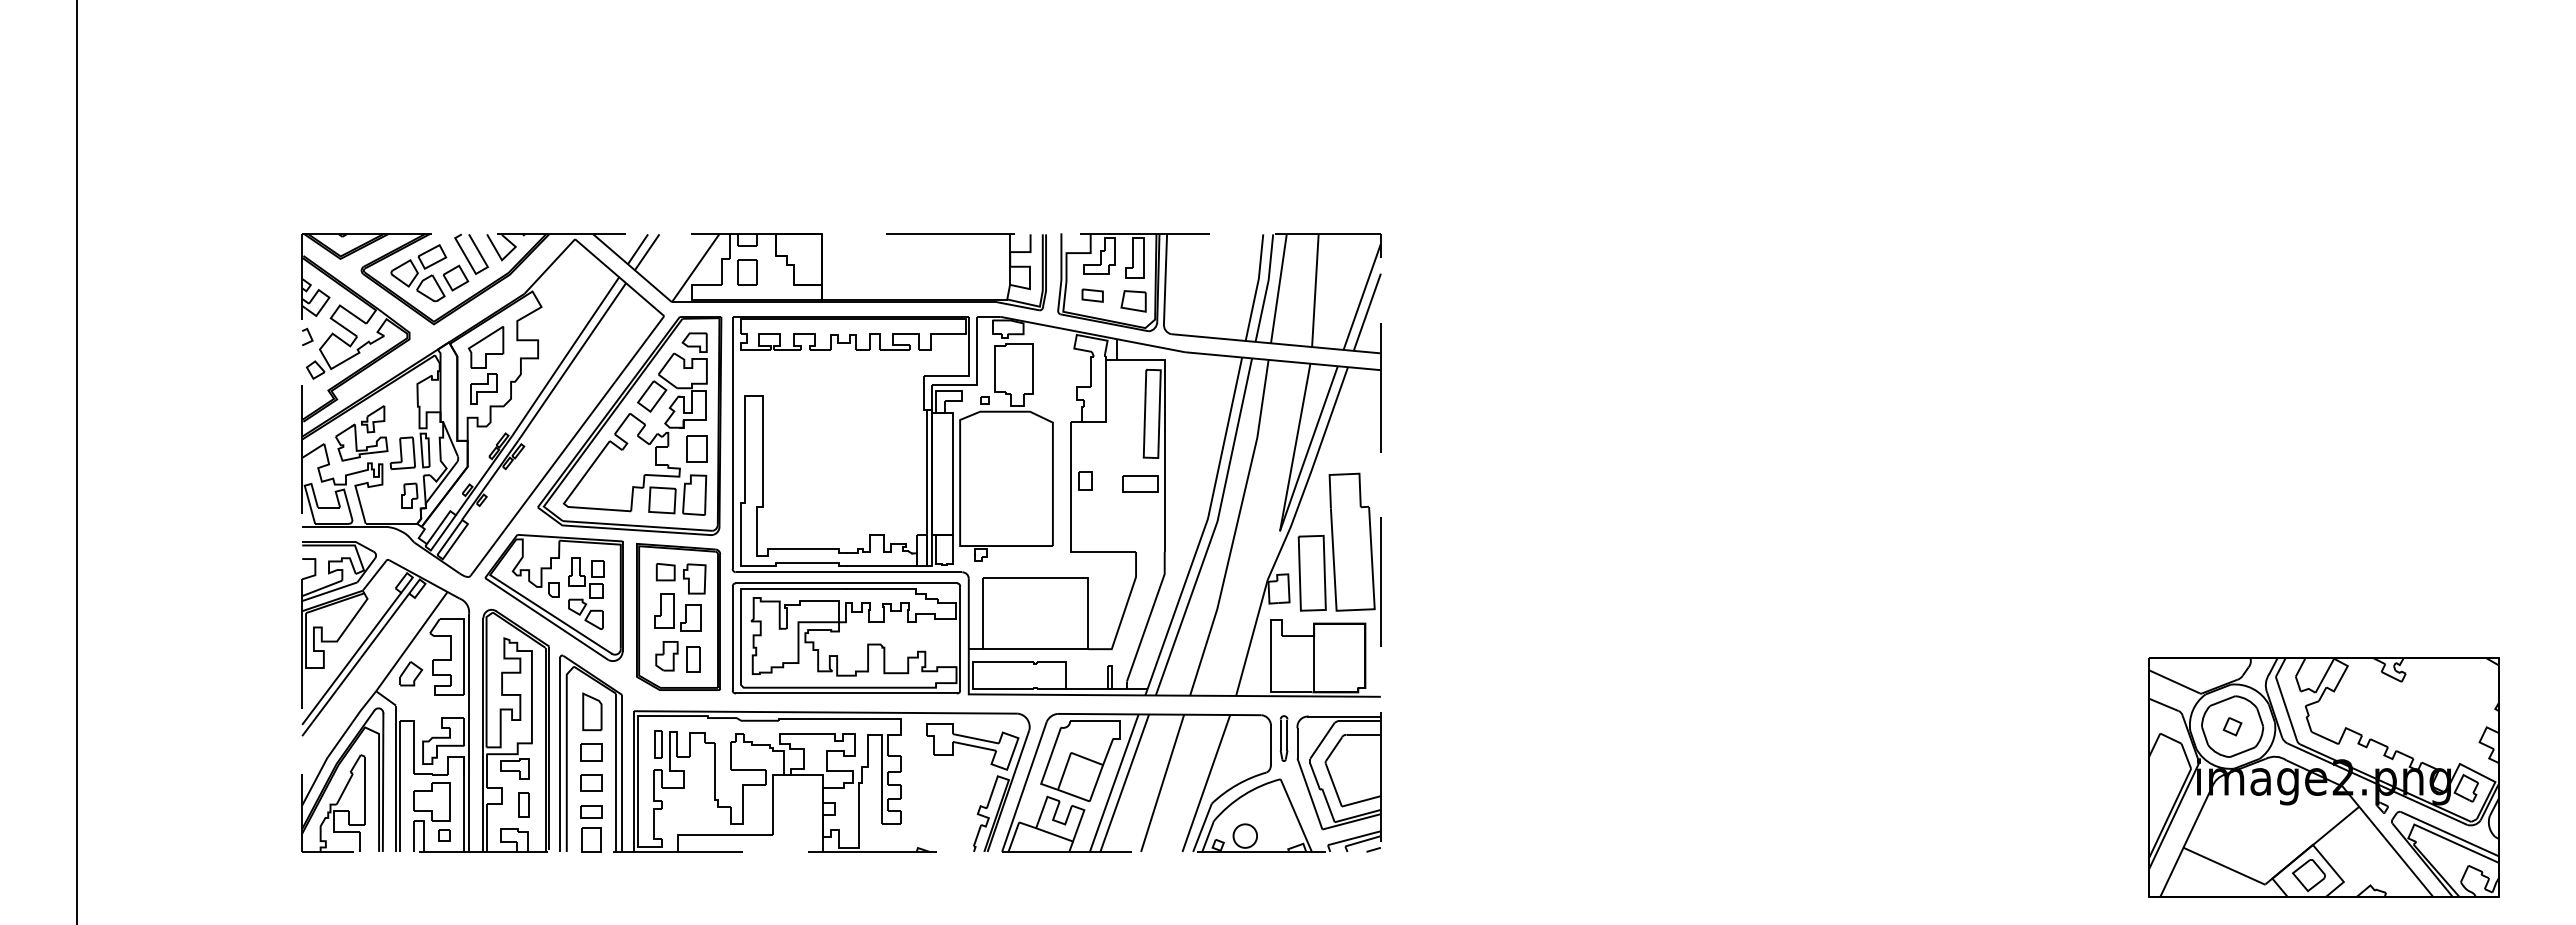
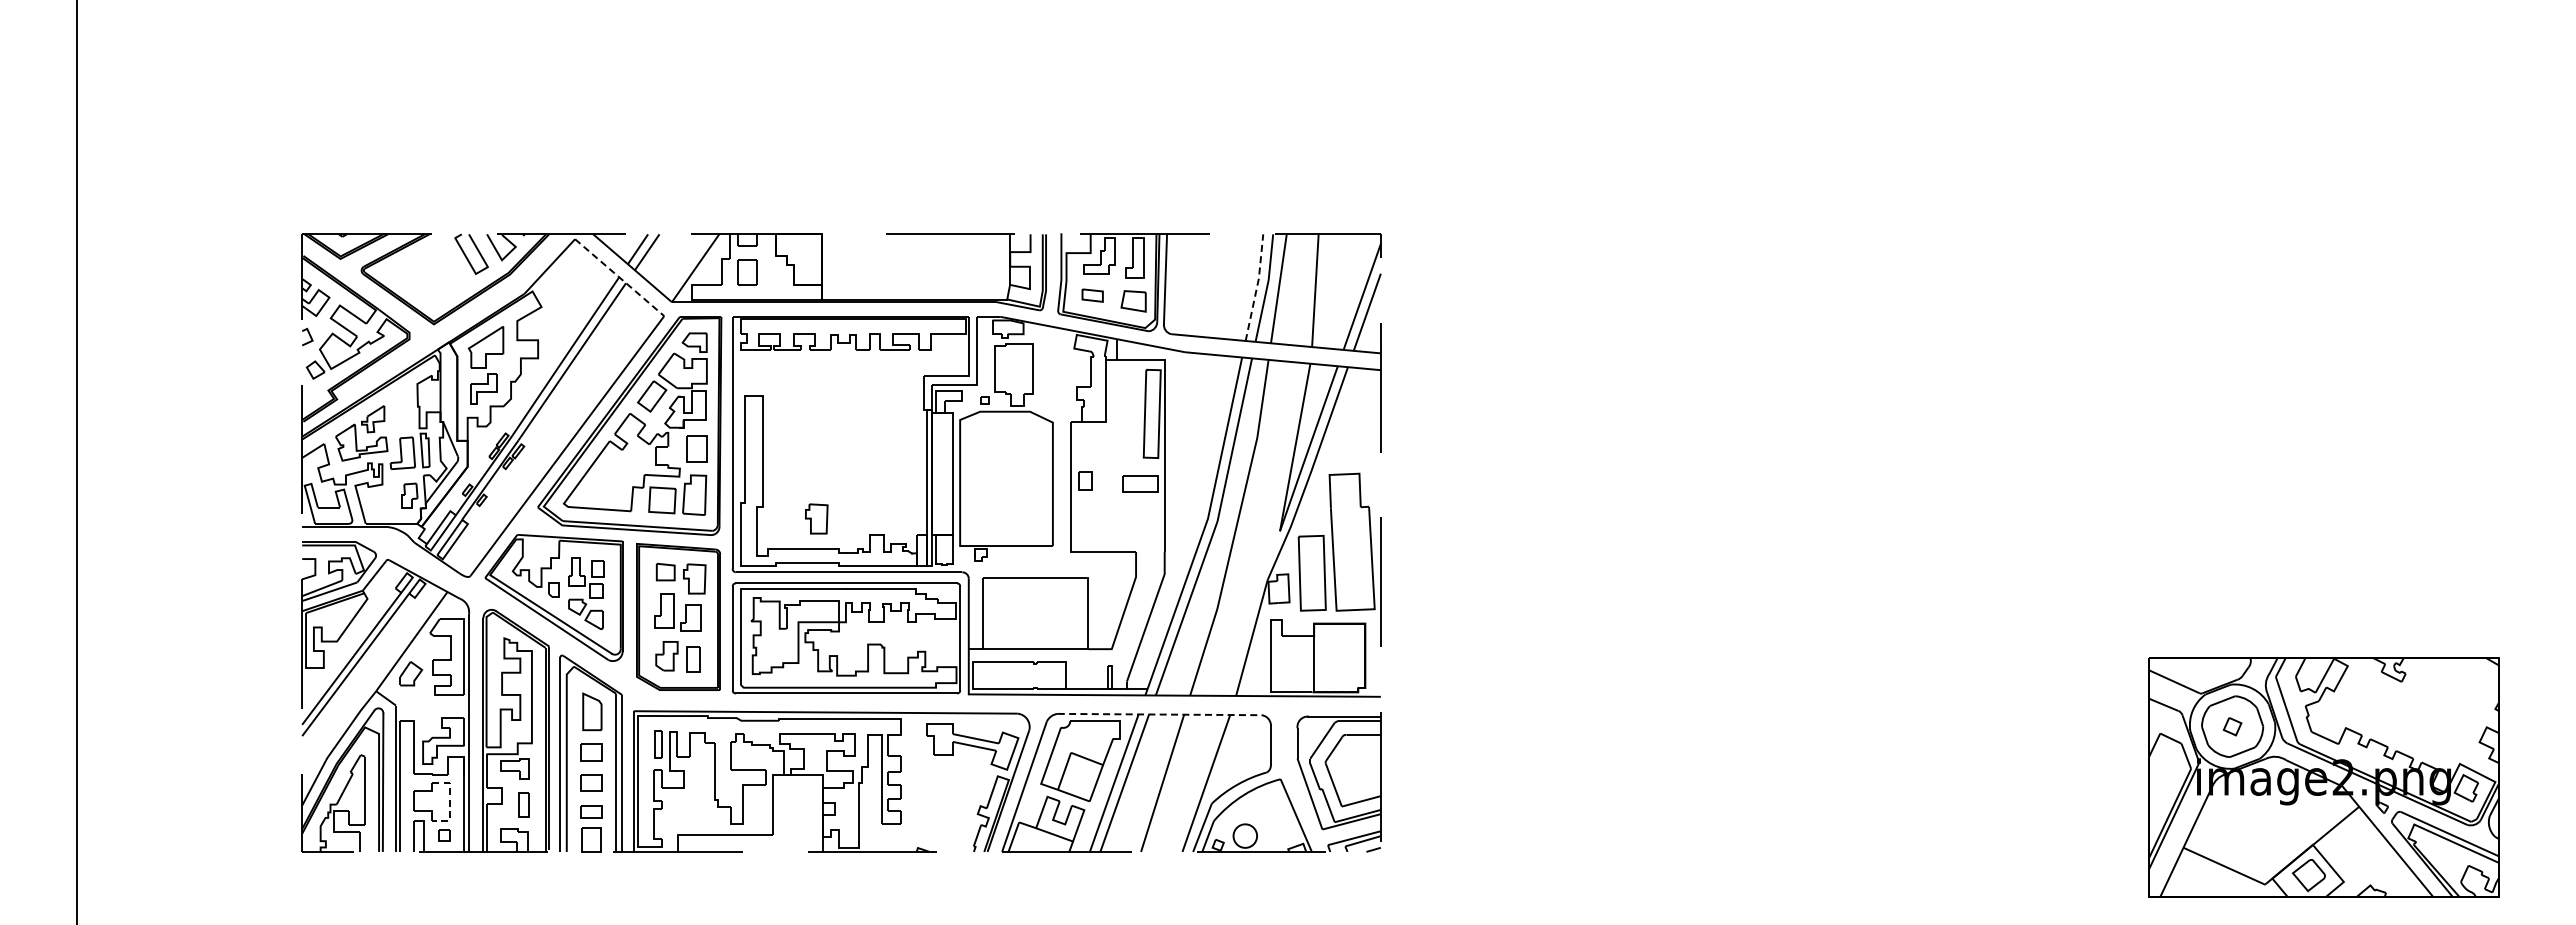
part at (429, 273): present -> none
line at (619, 277): solid -> dashed
line at (1257, 287): solid -> dashed
curve at (811, 518): none -> present
line at (1159, 714): solid -> dashed
part at (1283, 738): present -> none
line at (449, 802): solid -> dashed
